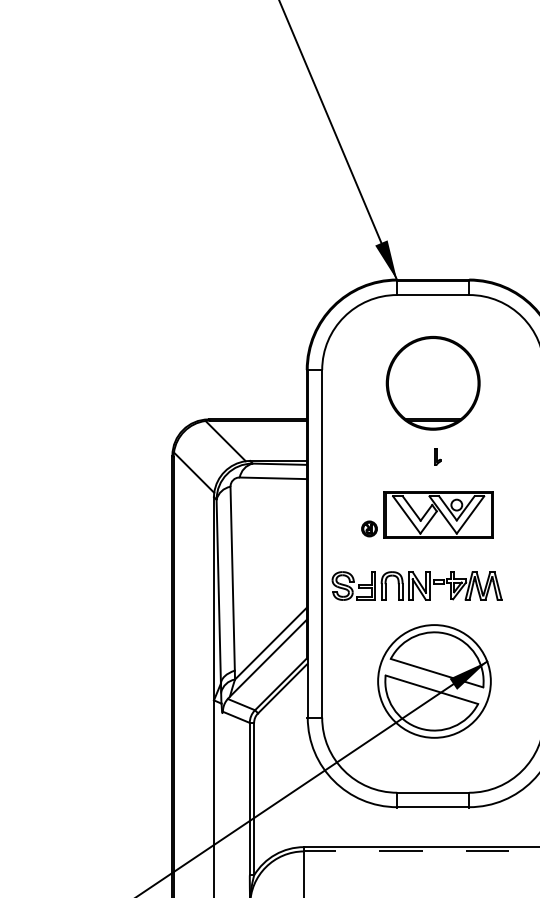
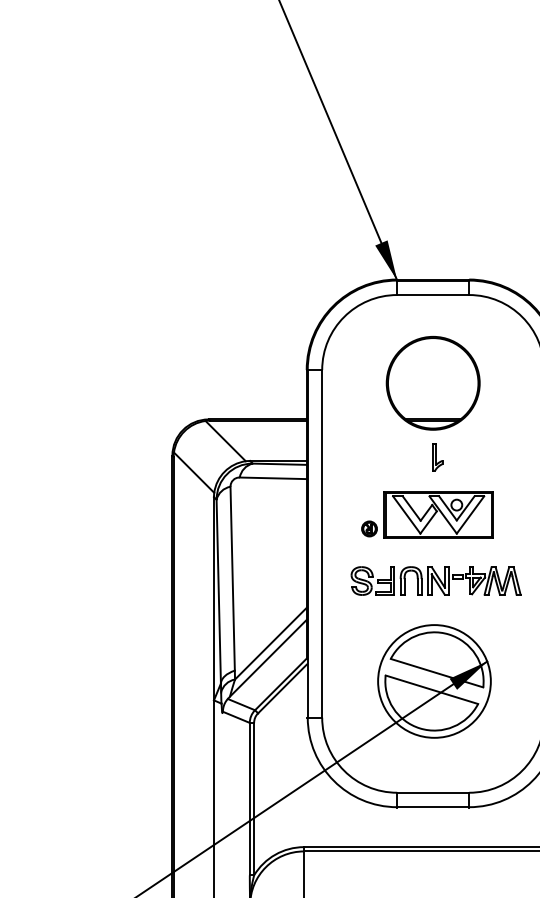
part at (437, 456) size: 8x18 px -> 12x29 px
part at (416, 585) position: (416, 585) -> (435, 580)
line at (421, 851): dashed -> solid
